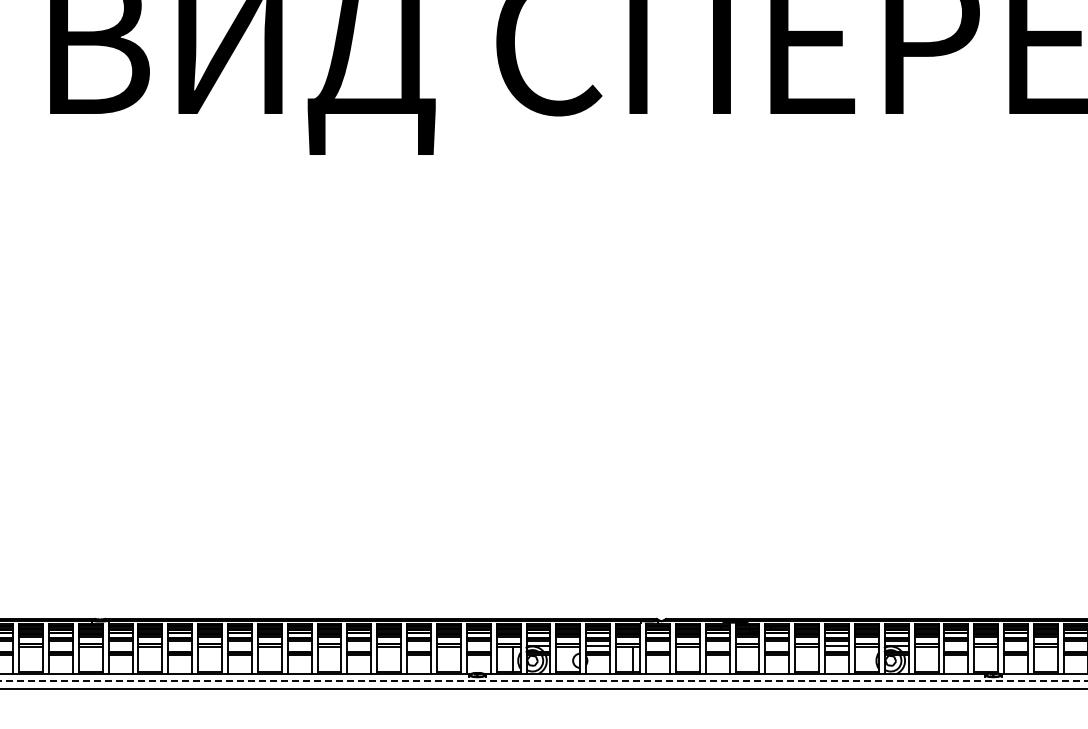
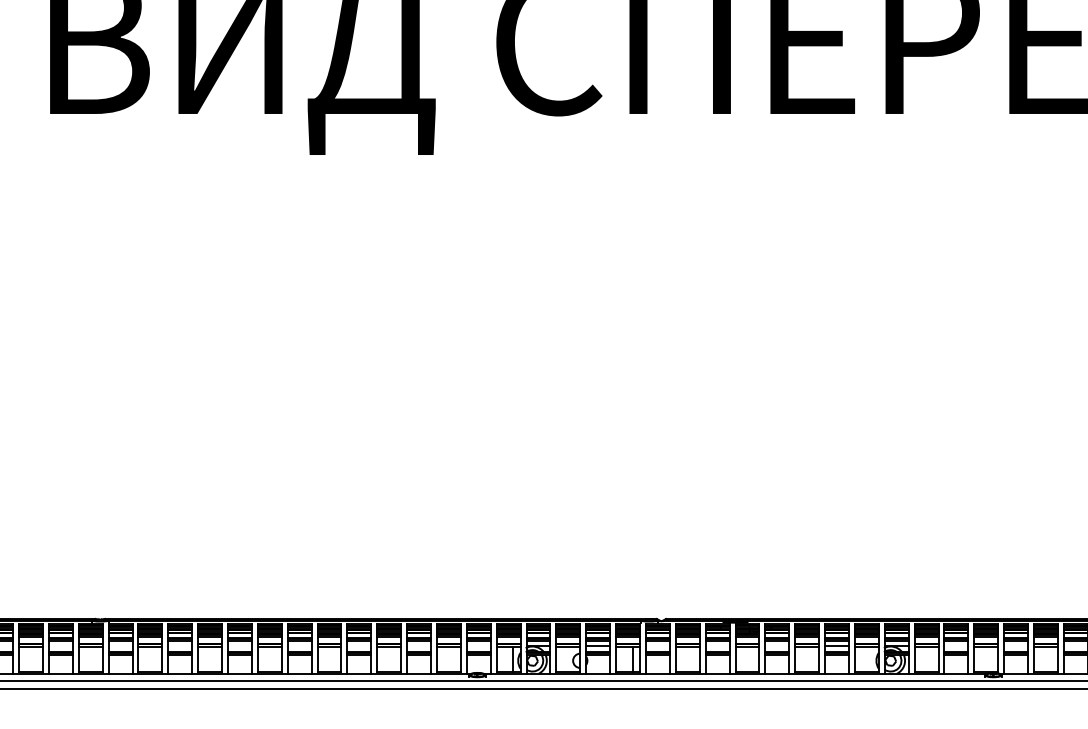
line at (544, 680): dashed -> solid
